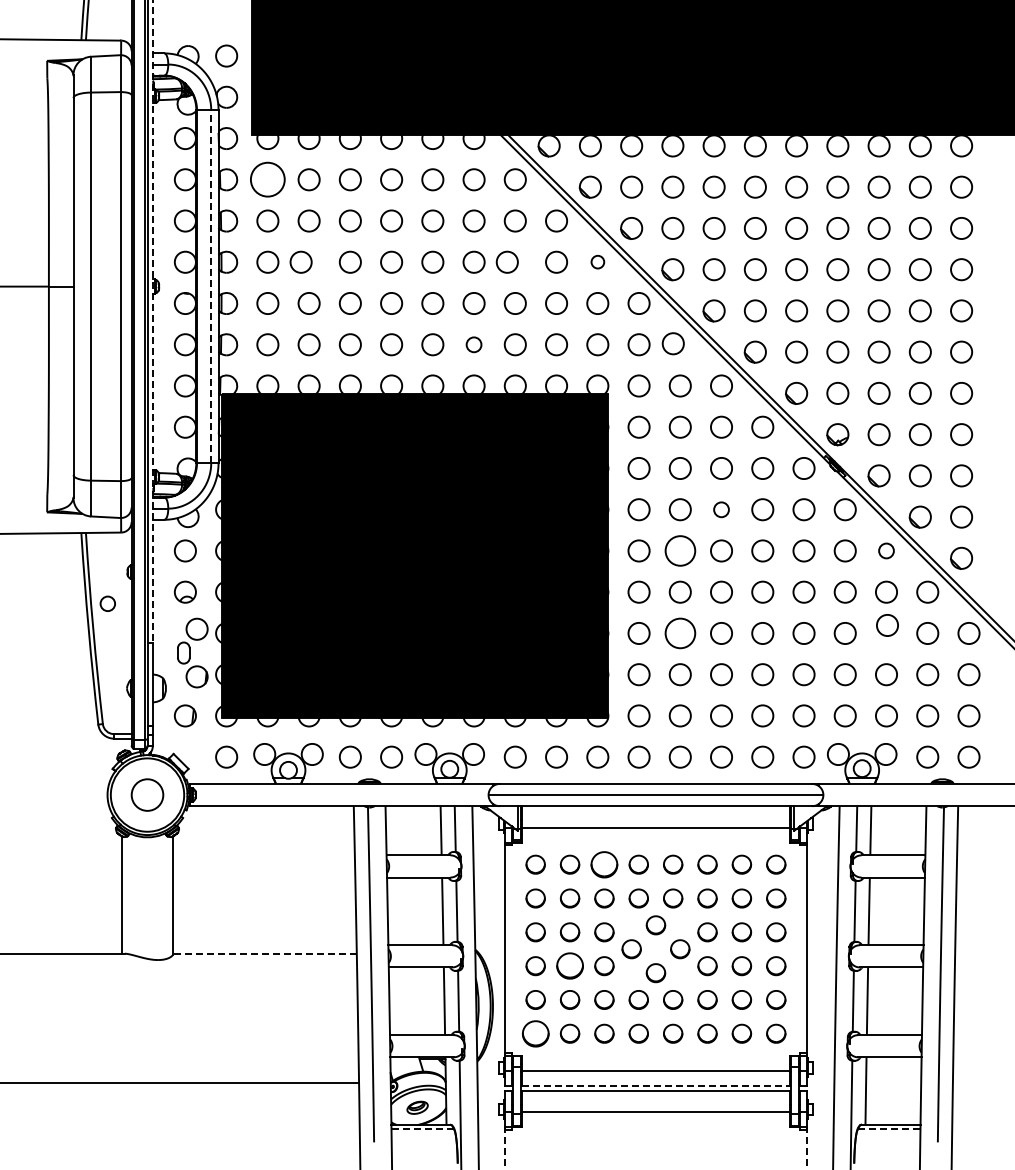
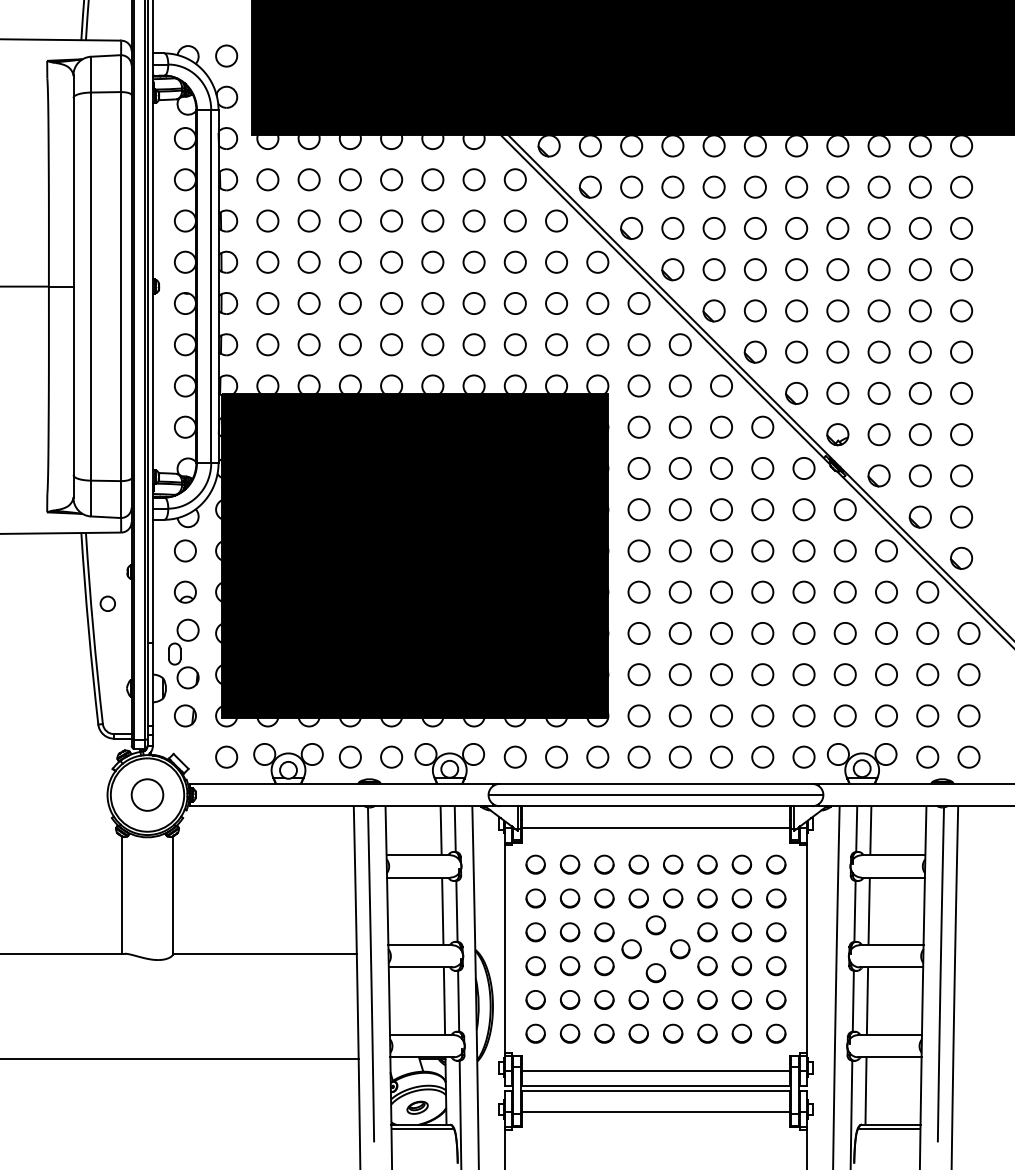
circle at (267, 179) size: 36x37 px -> 24x24 px
circle at (300, 261) position: (300, 261) -> (308, 261)
circle at (506, 261) position: (506, 261) -> (514, 261)
circle at (597, 262) size: 16x15 px -> 24x24 px
line at (211, 286): dashed -> solid
line at (152, 322): dashed -> solid
circle at (672, 343) position: (672, 343) -> (679, 344)
circle at (473, 344) size: 18x18 px -> 24x24 px
circle at (721, 509) size: 17x18 px -> 23x24 px
circle at (680, 550) size: 33x32 px -> 24x24 px
circle at (886, 550) size: 17x18 px -> 23x24 px
circle at (887, 625) position: (887, 625) -> (886, 633)
circle at (680, 633) size: 33x33 px -> 24x23 px
part at (192, 652) position: (192, 652) -> (183, 653)
part at (604, 864) size: 29x28 px -> 21x21 px
line at (264, 953): dashed -> solid
part at (569, 965) size: 28x28 px -> 22x21 px
part at (535, 1033) size: 29x28 px -> 21x21 px
line at (180, 1083) position: (180, 1083) -> (180, 1059)
line at (655, 1086): dashed -> solid
line at (422, 1129): dashed -> solid
line at (888, 1129): dashed -> solid
line at (505, 1148): dashed -> solid
line at (806, 1148): dashed -> solid
